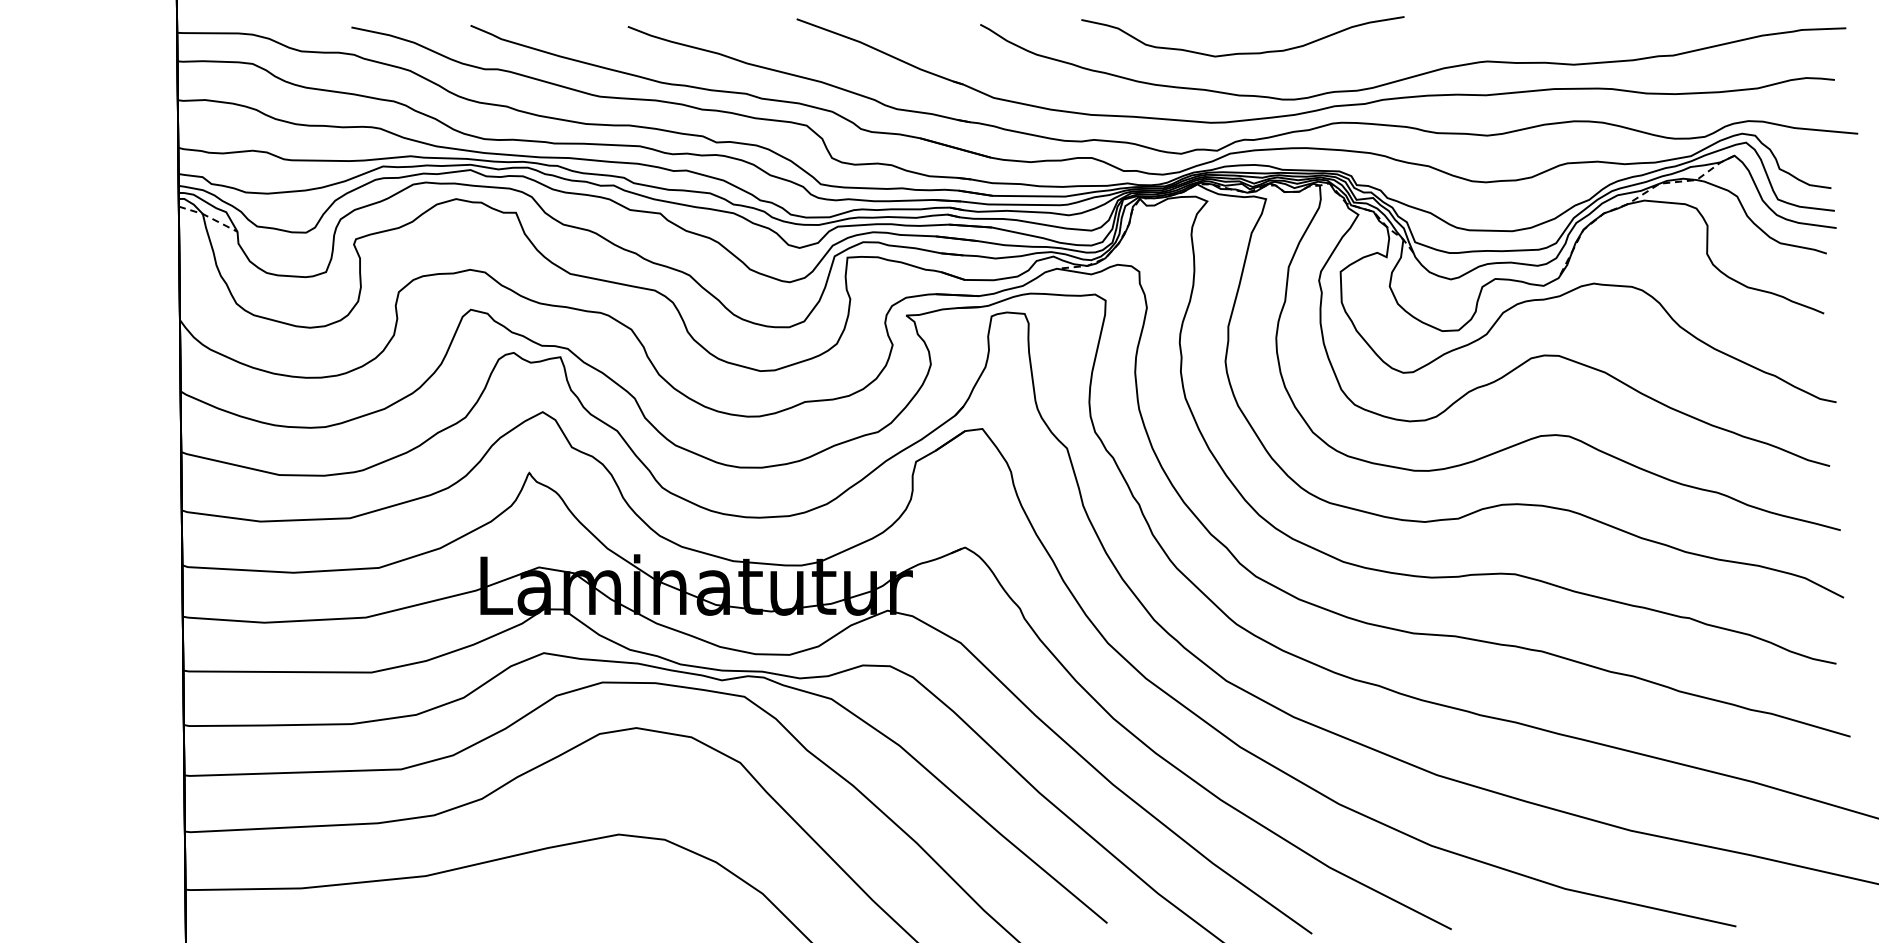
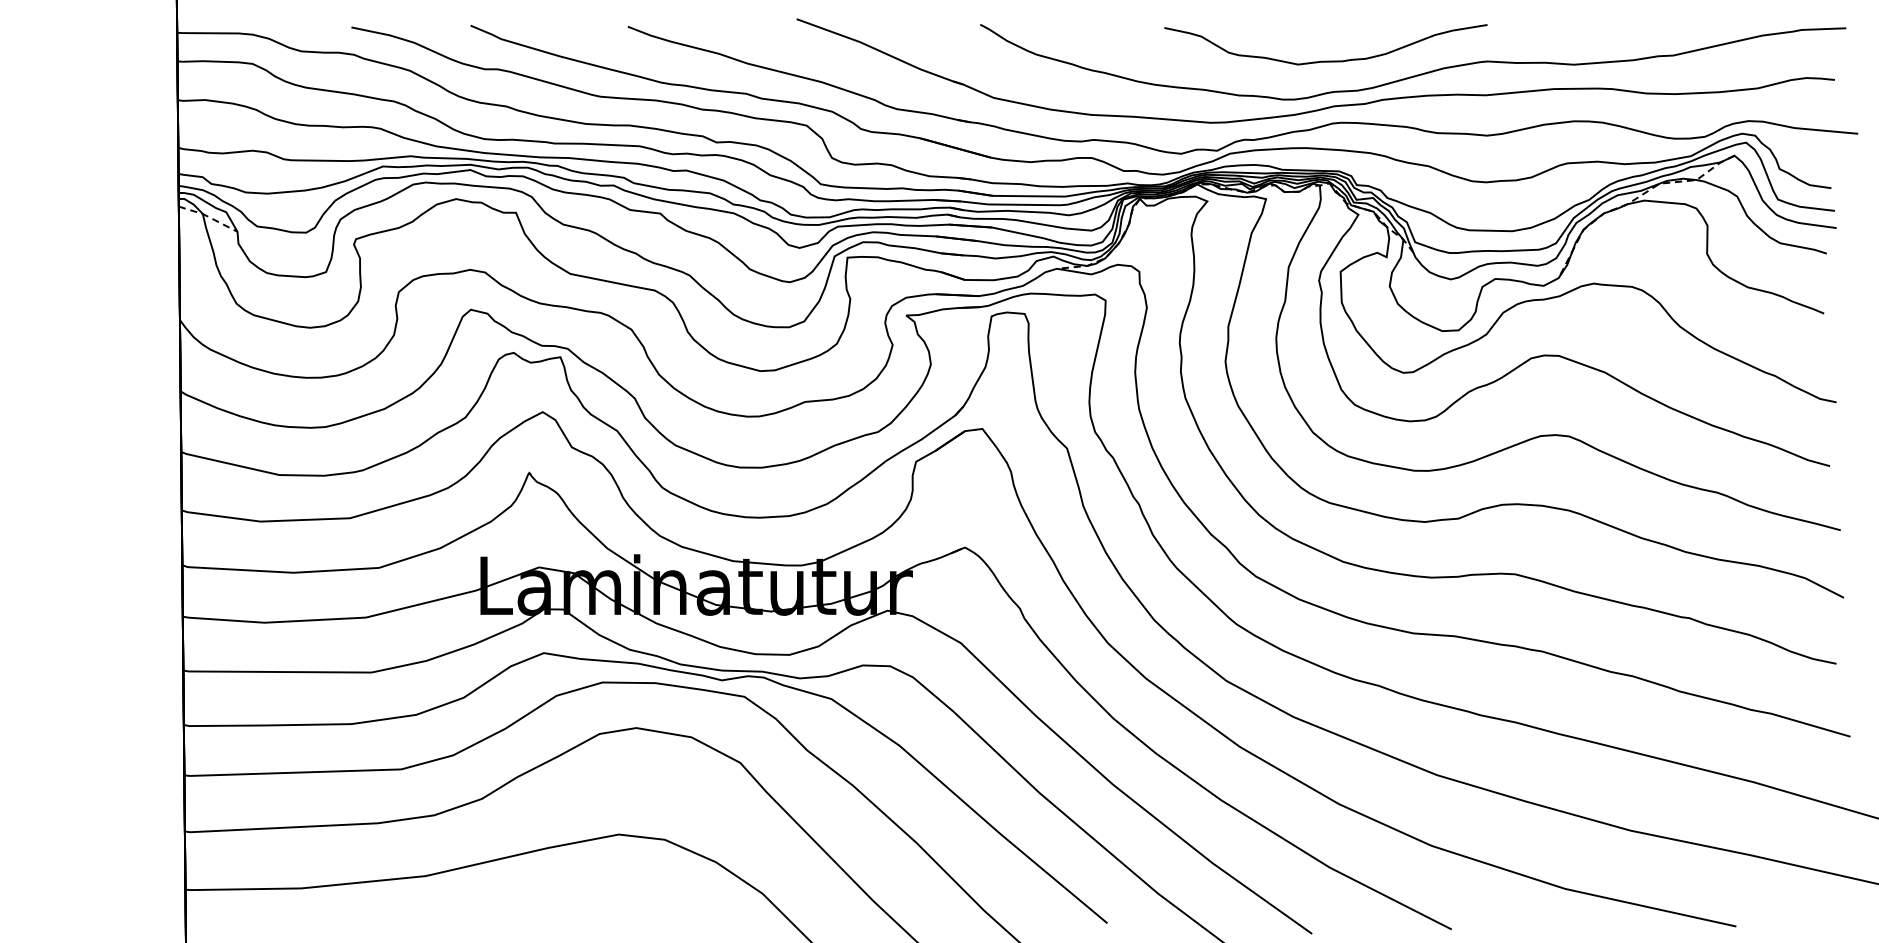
curve at (1242, 52) position: (1242, 52) -> (1325, 60)
